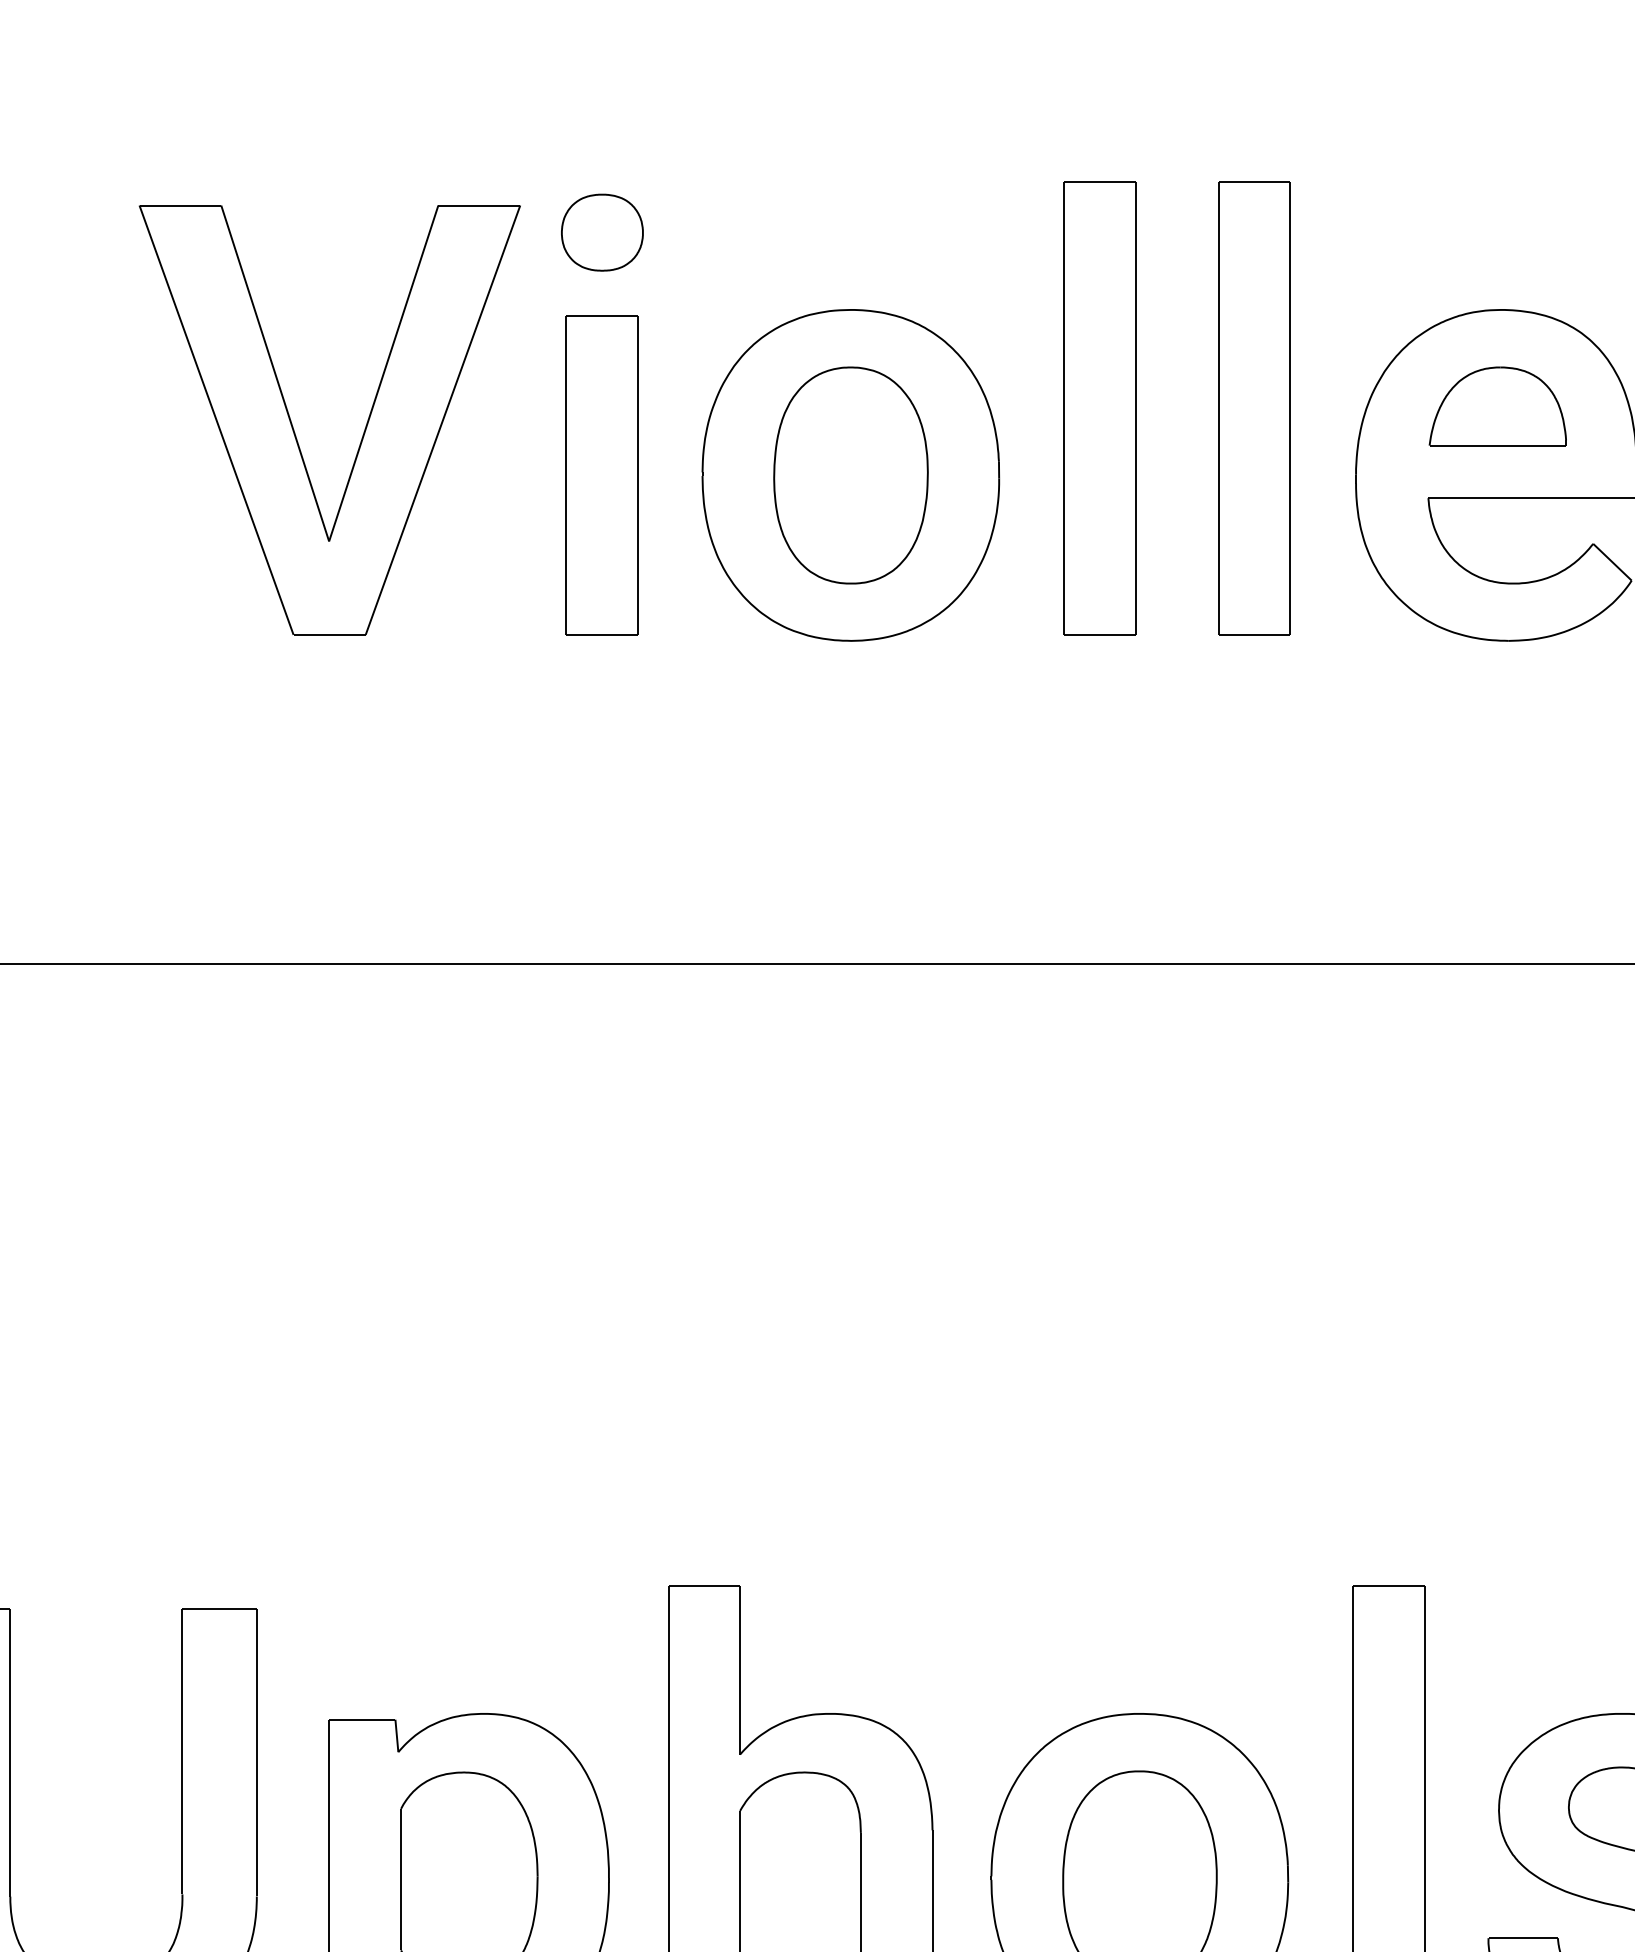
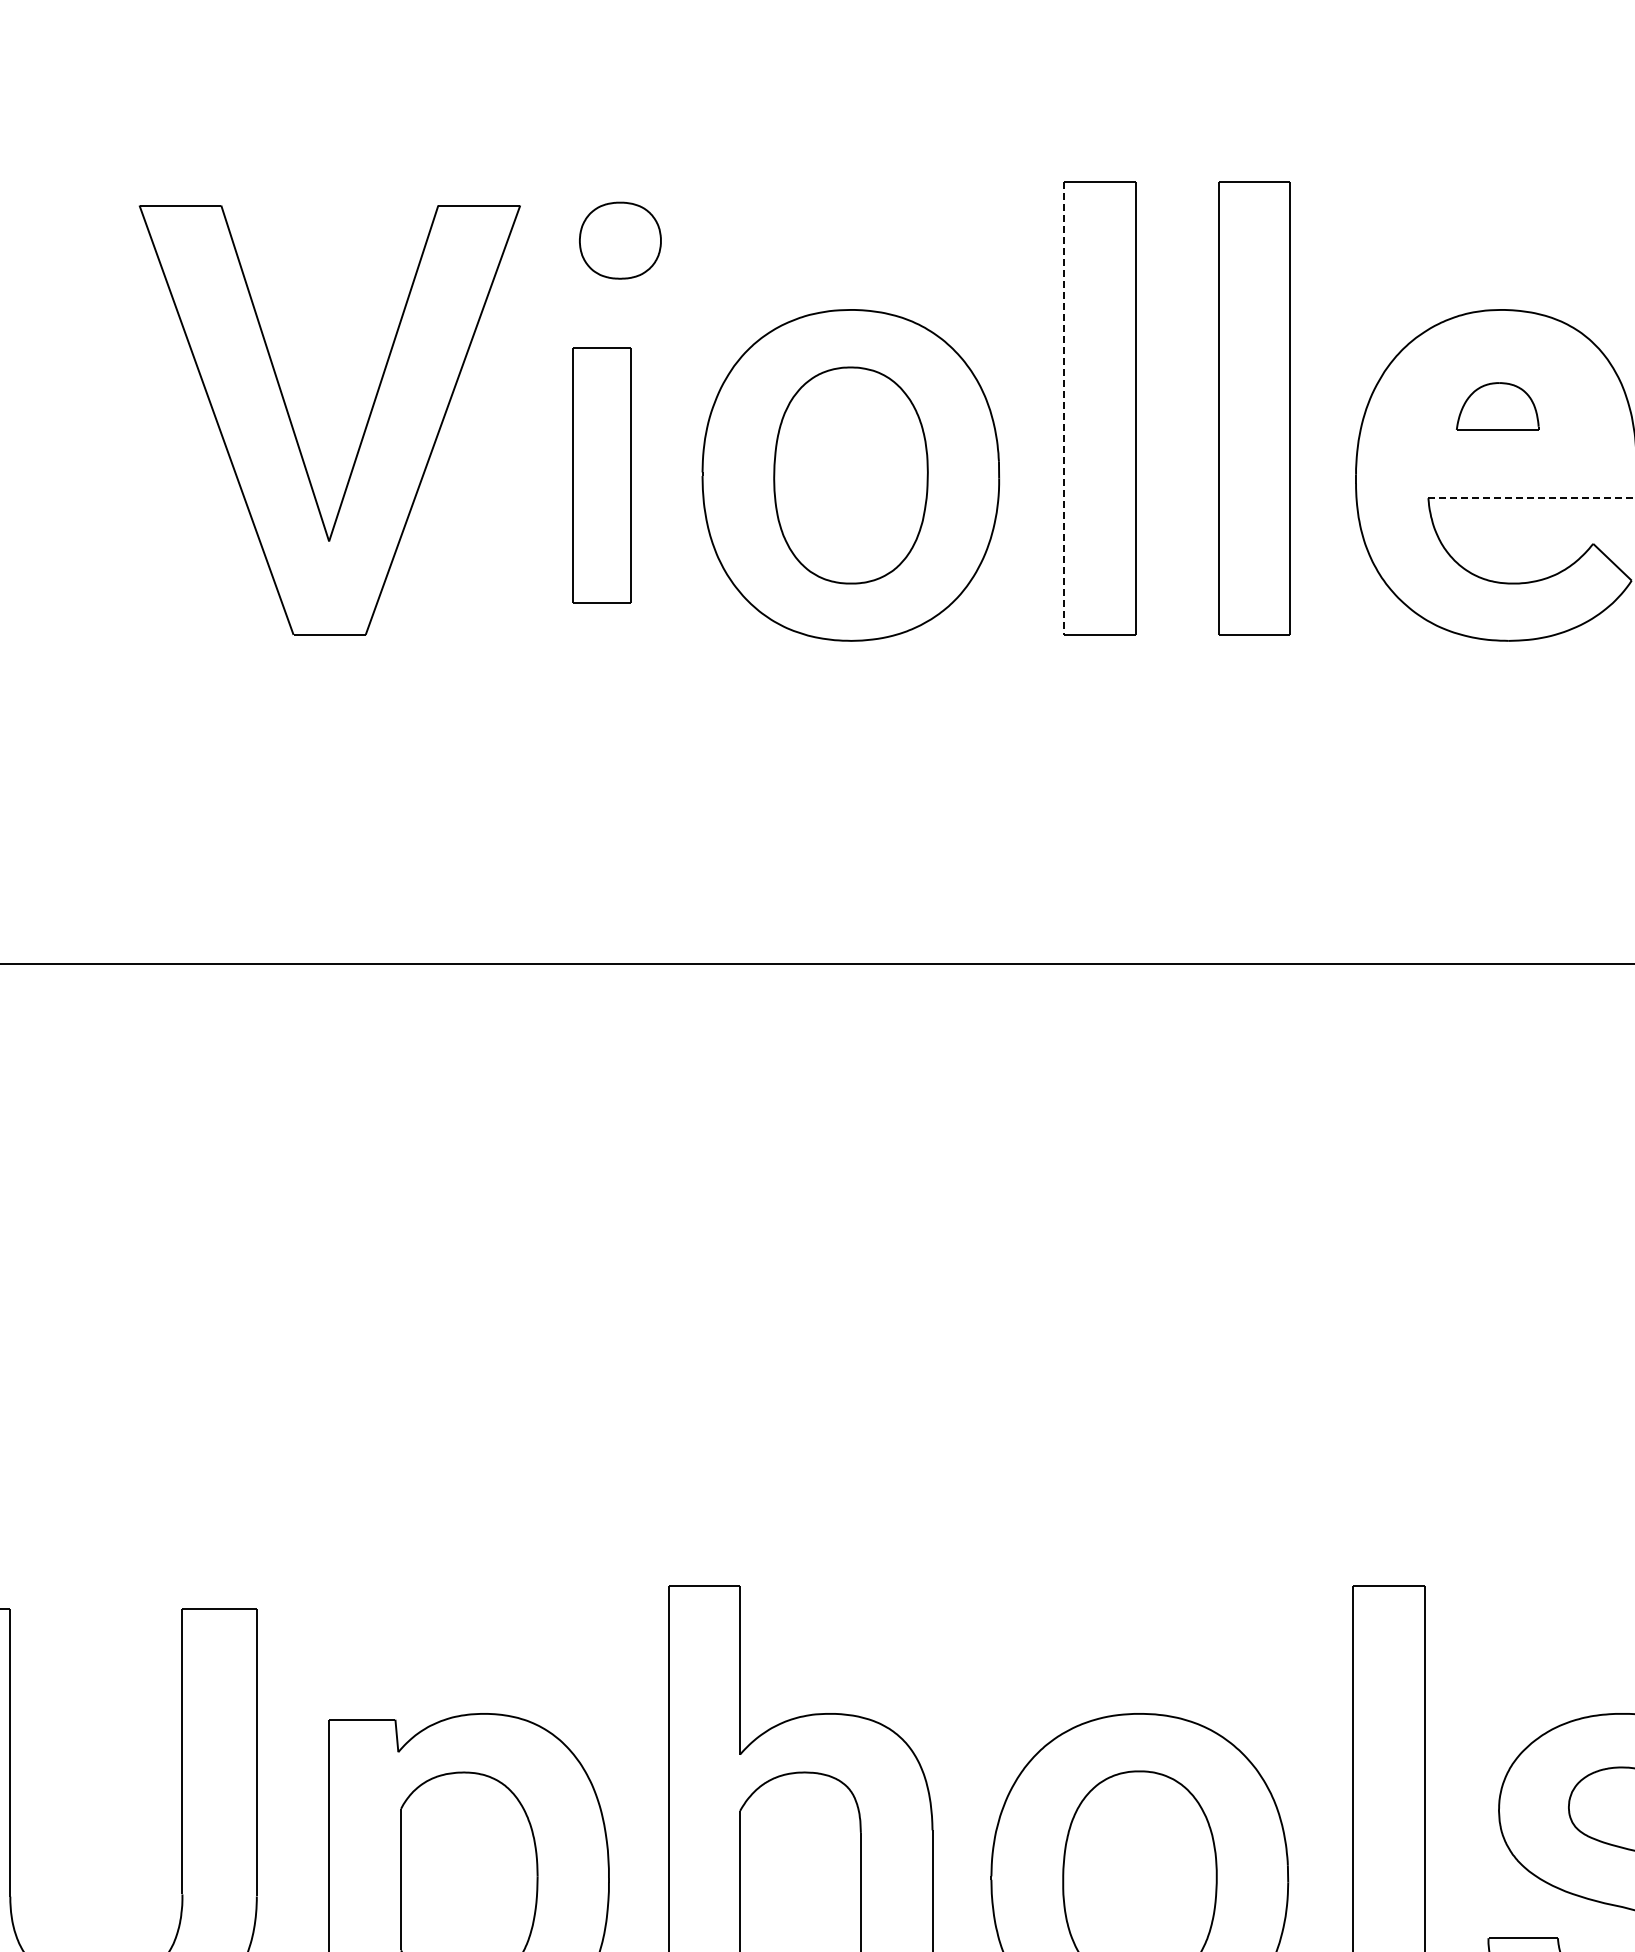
part at (602, 232) position: (602, 232) -> (620, 240)
part at (1497, 406) size: 139x81 px -> 84x49 px
line at (1064, 408): solid -> dashed
part at (601, 475) size: 74x321 px -> 60x257 px
line at (1532, 498): solid -> dashed
